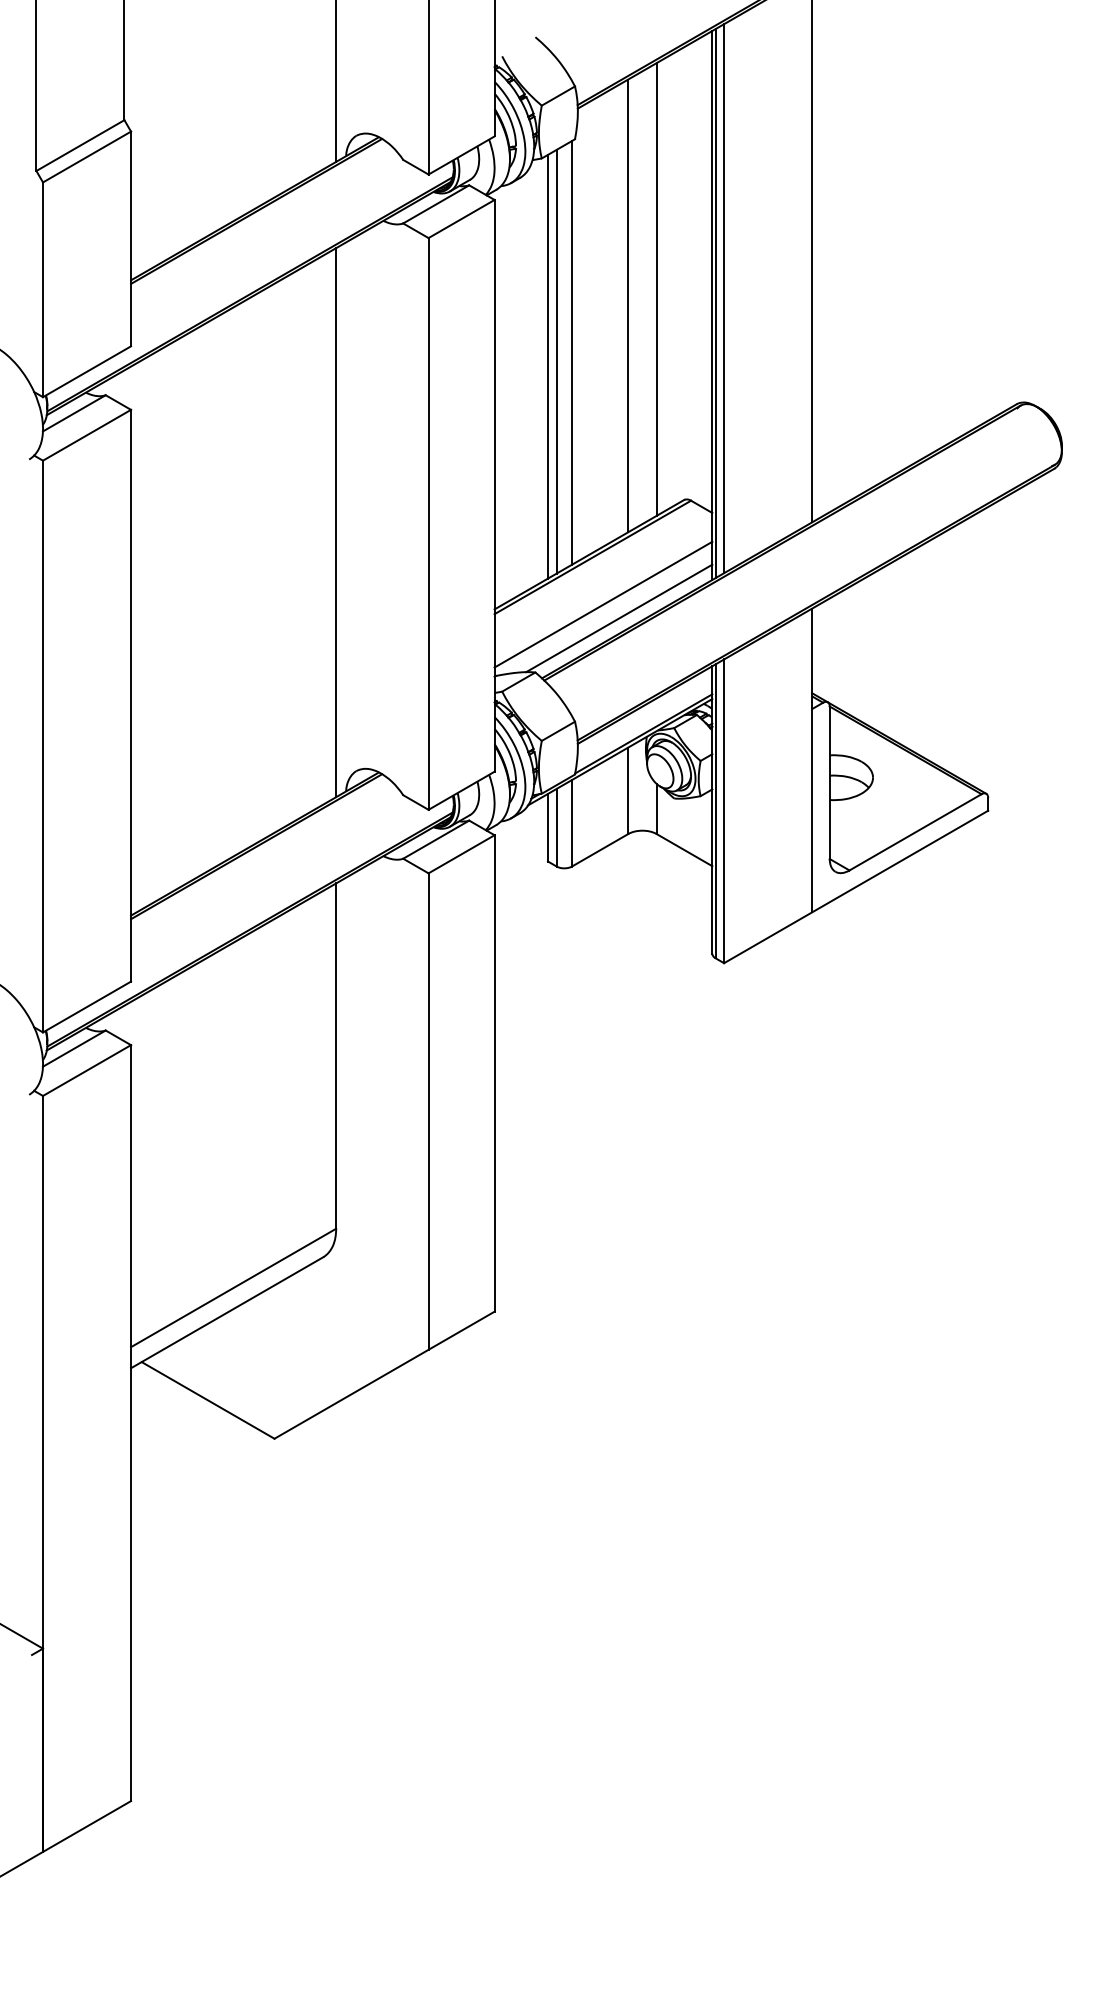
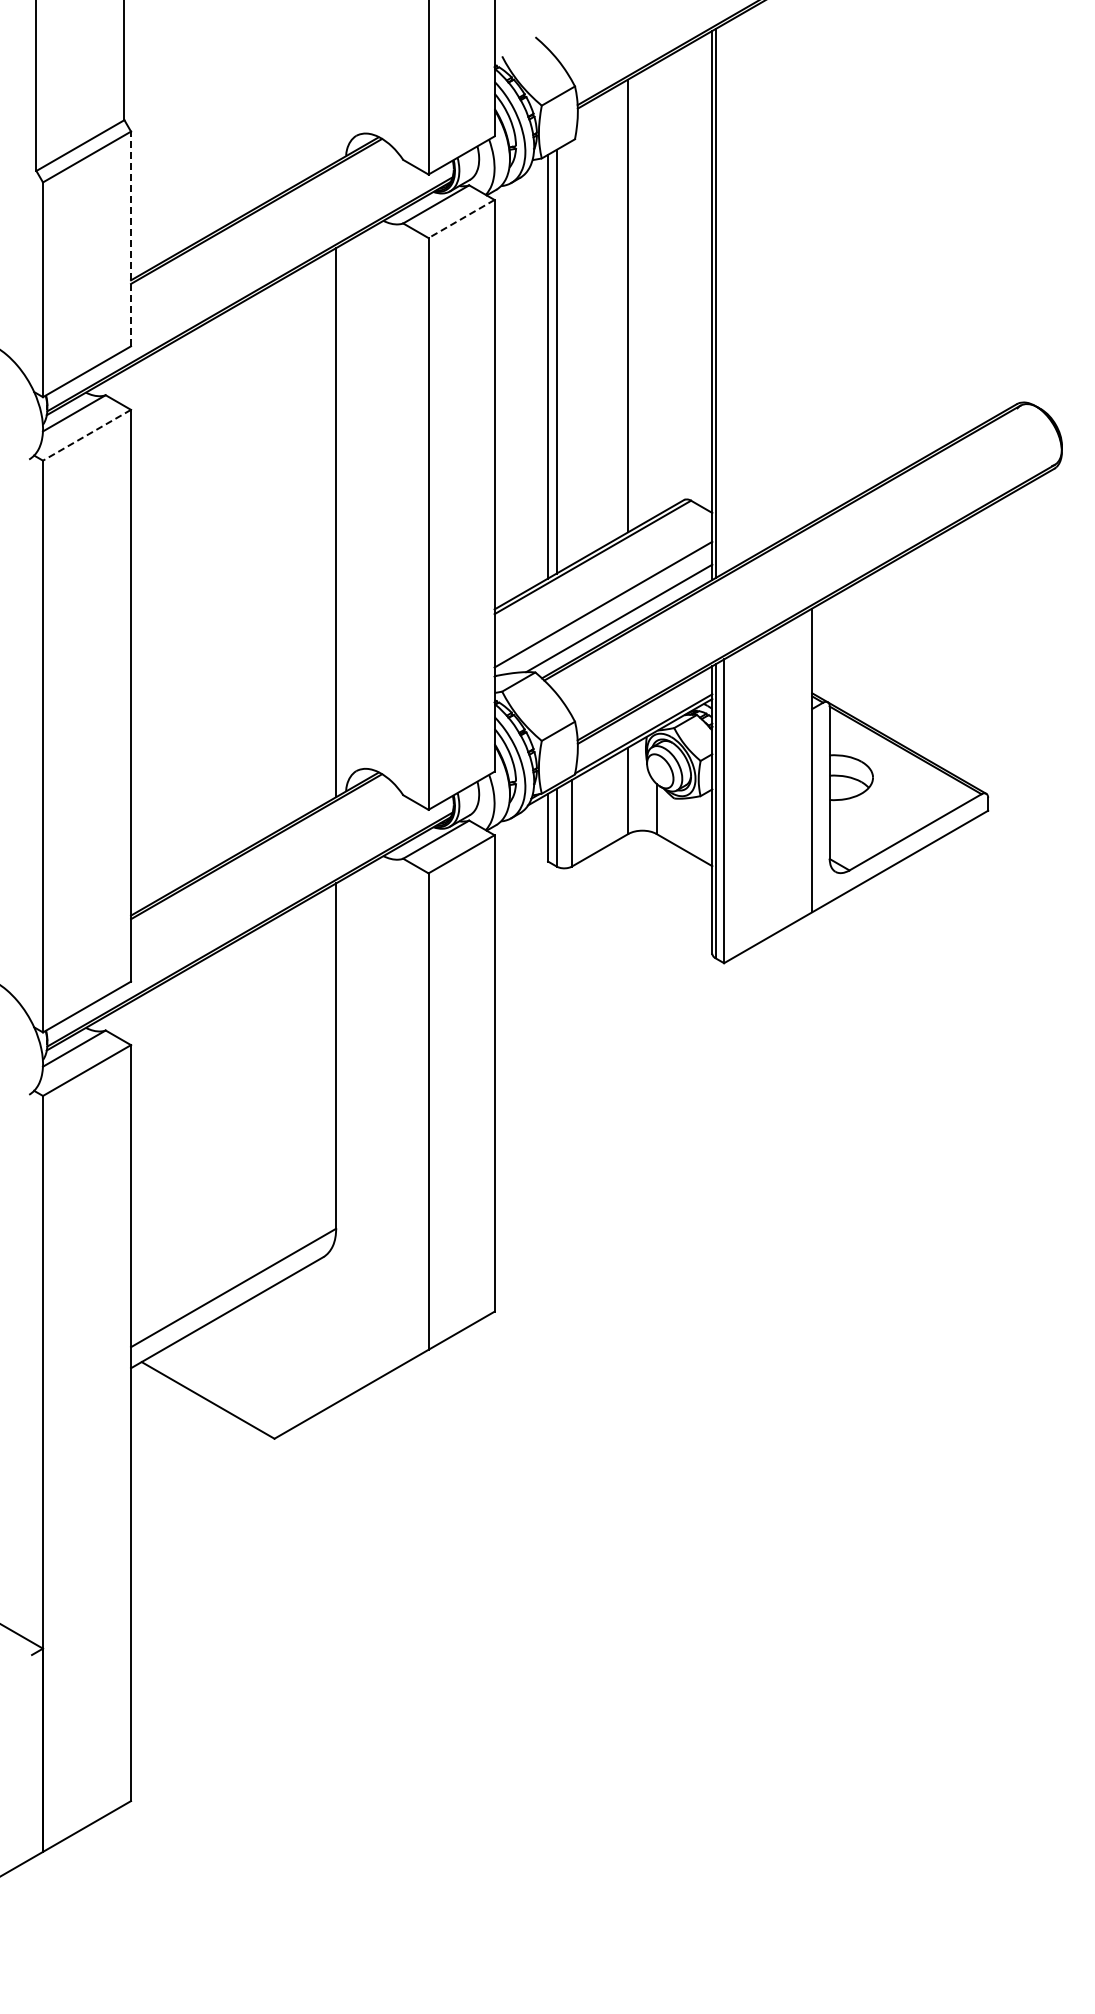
line at (336, 81): present -> none
line at (461, 219): solid -> dashed
line at (131, 238): solid -> dashed
line at (812, 262): present -> none
line at (656, 289): present -> none
line at (724, 298): present -> none
line at (572, 352): present -> none
line at (87, 435): solid -> dashed
